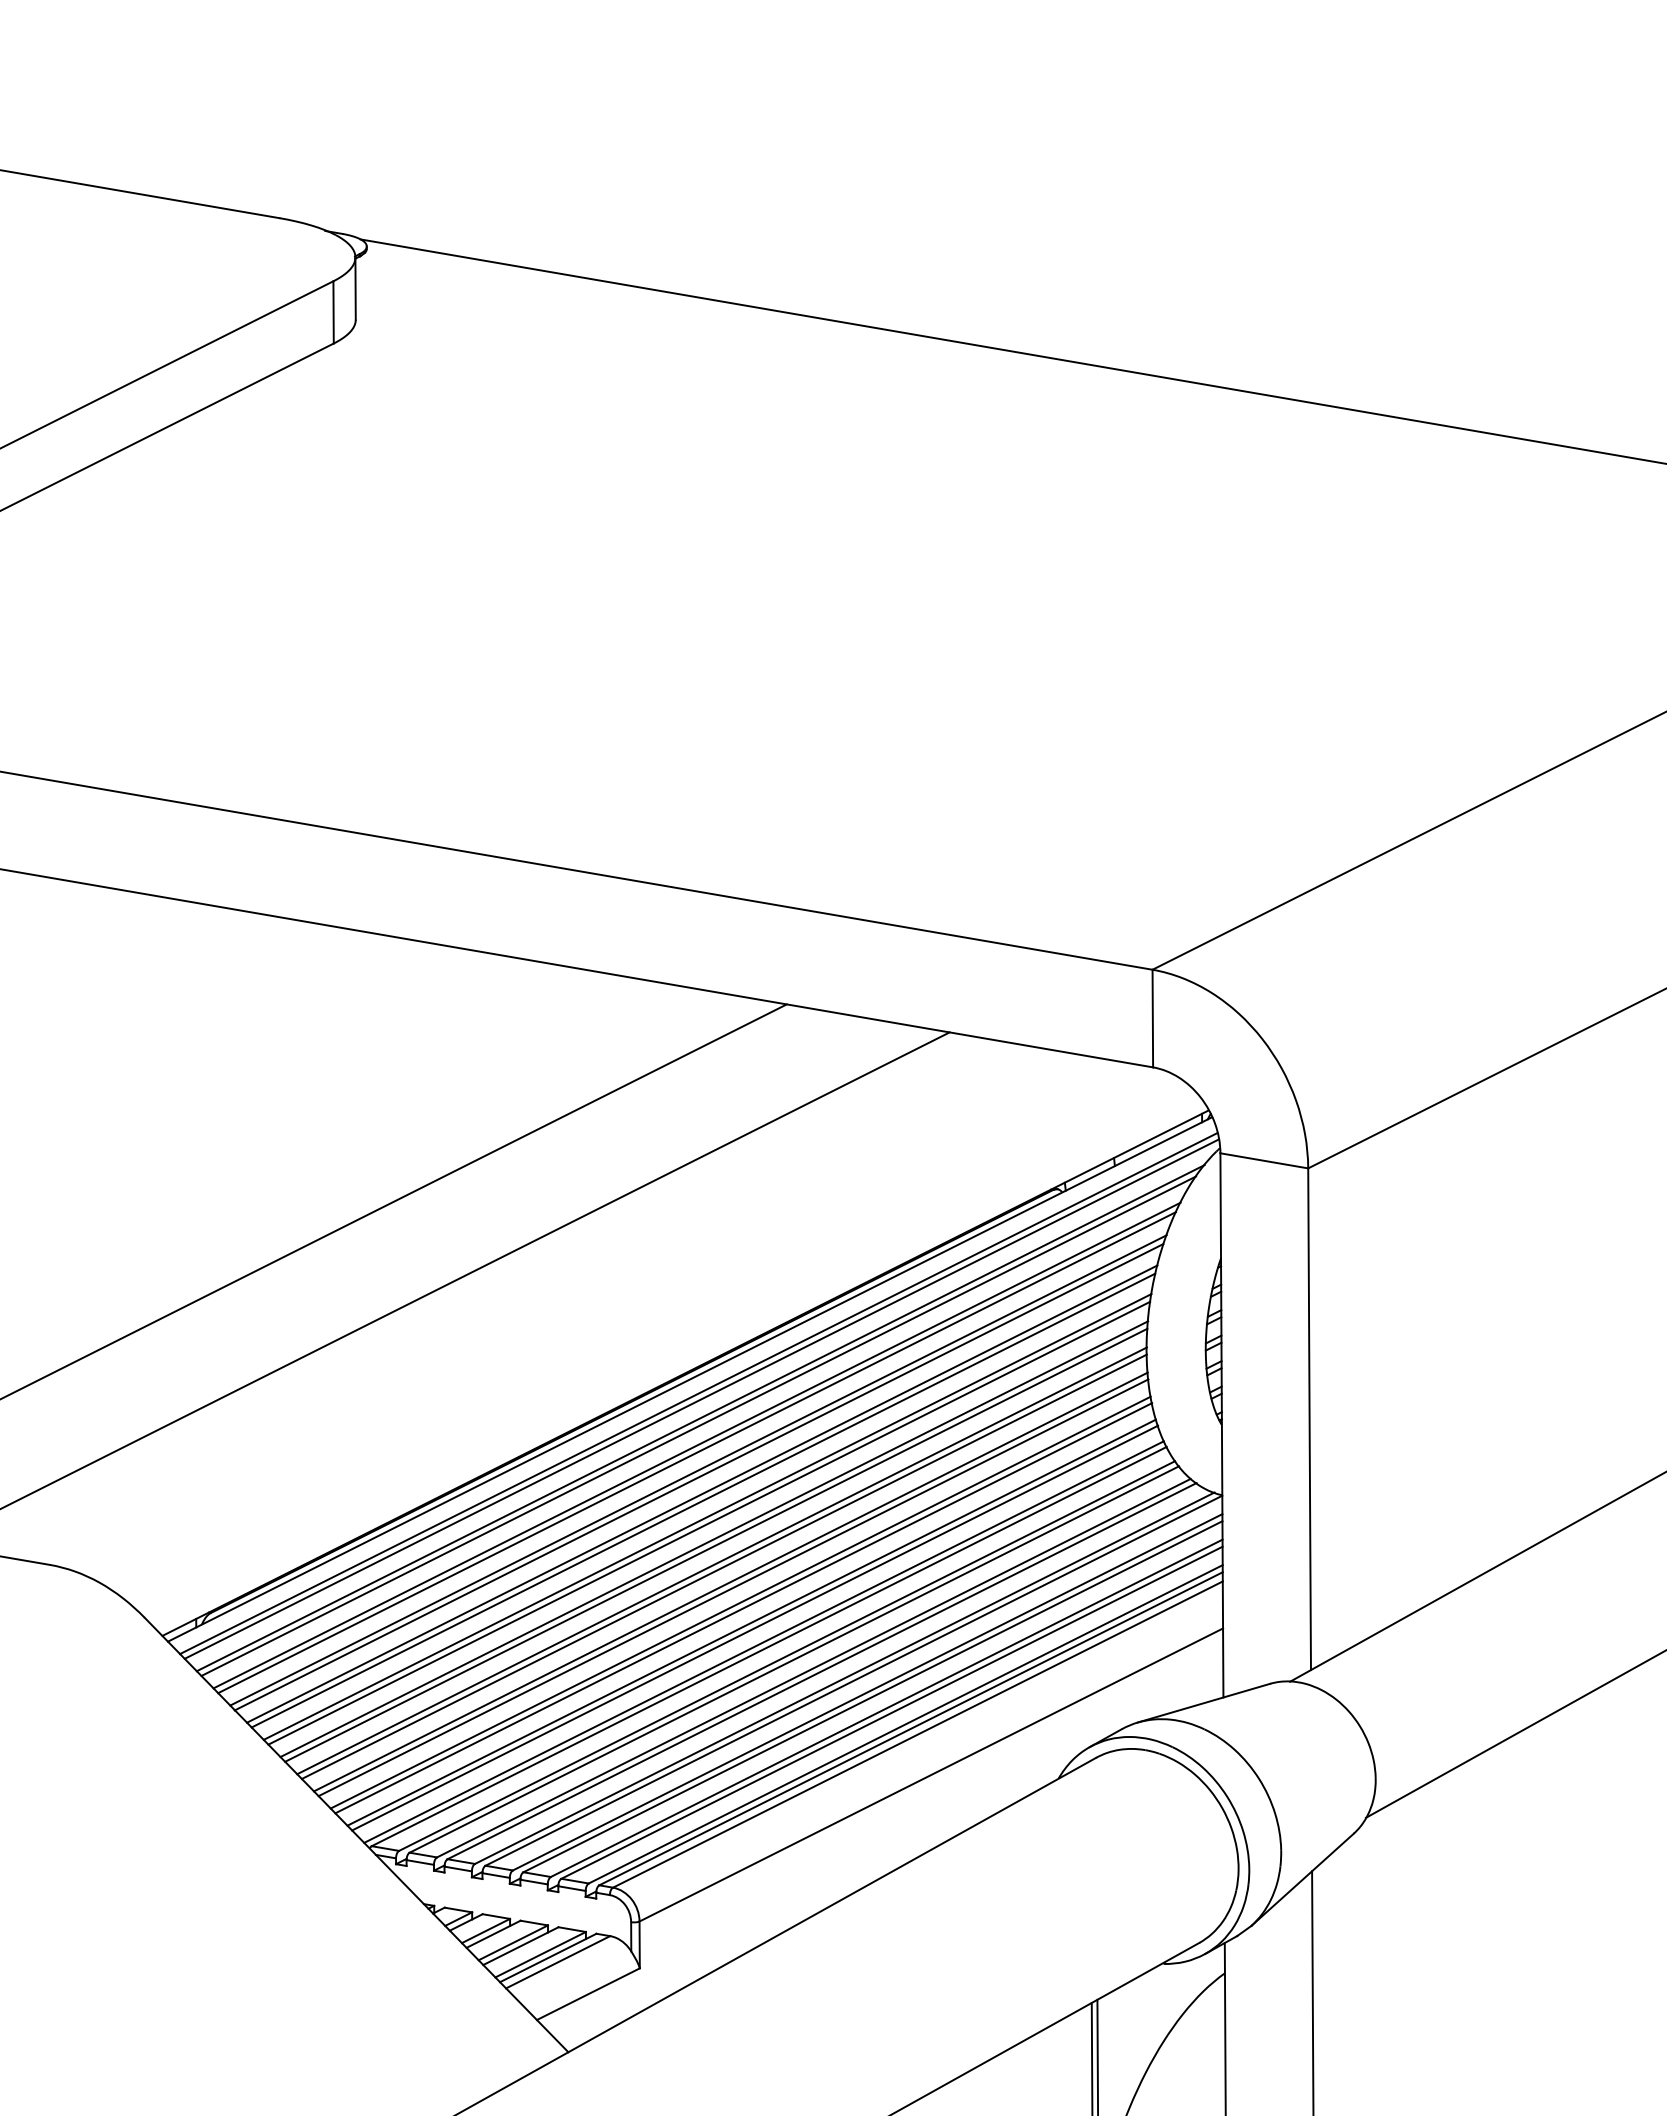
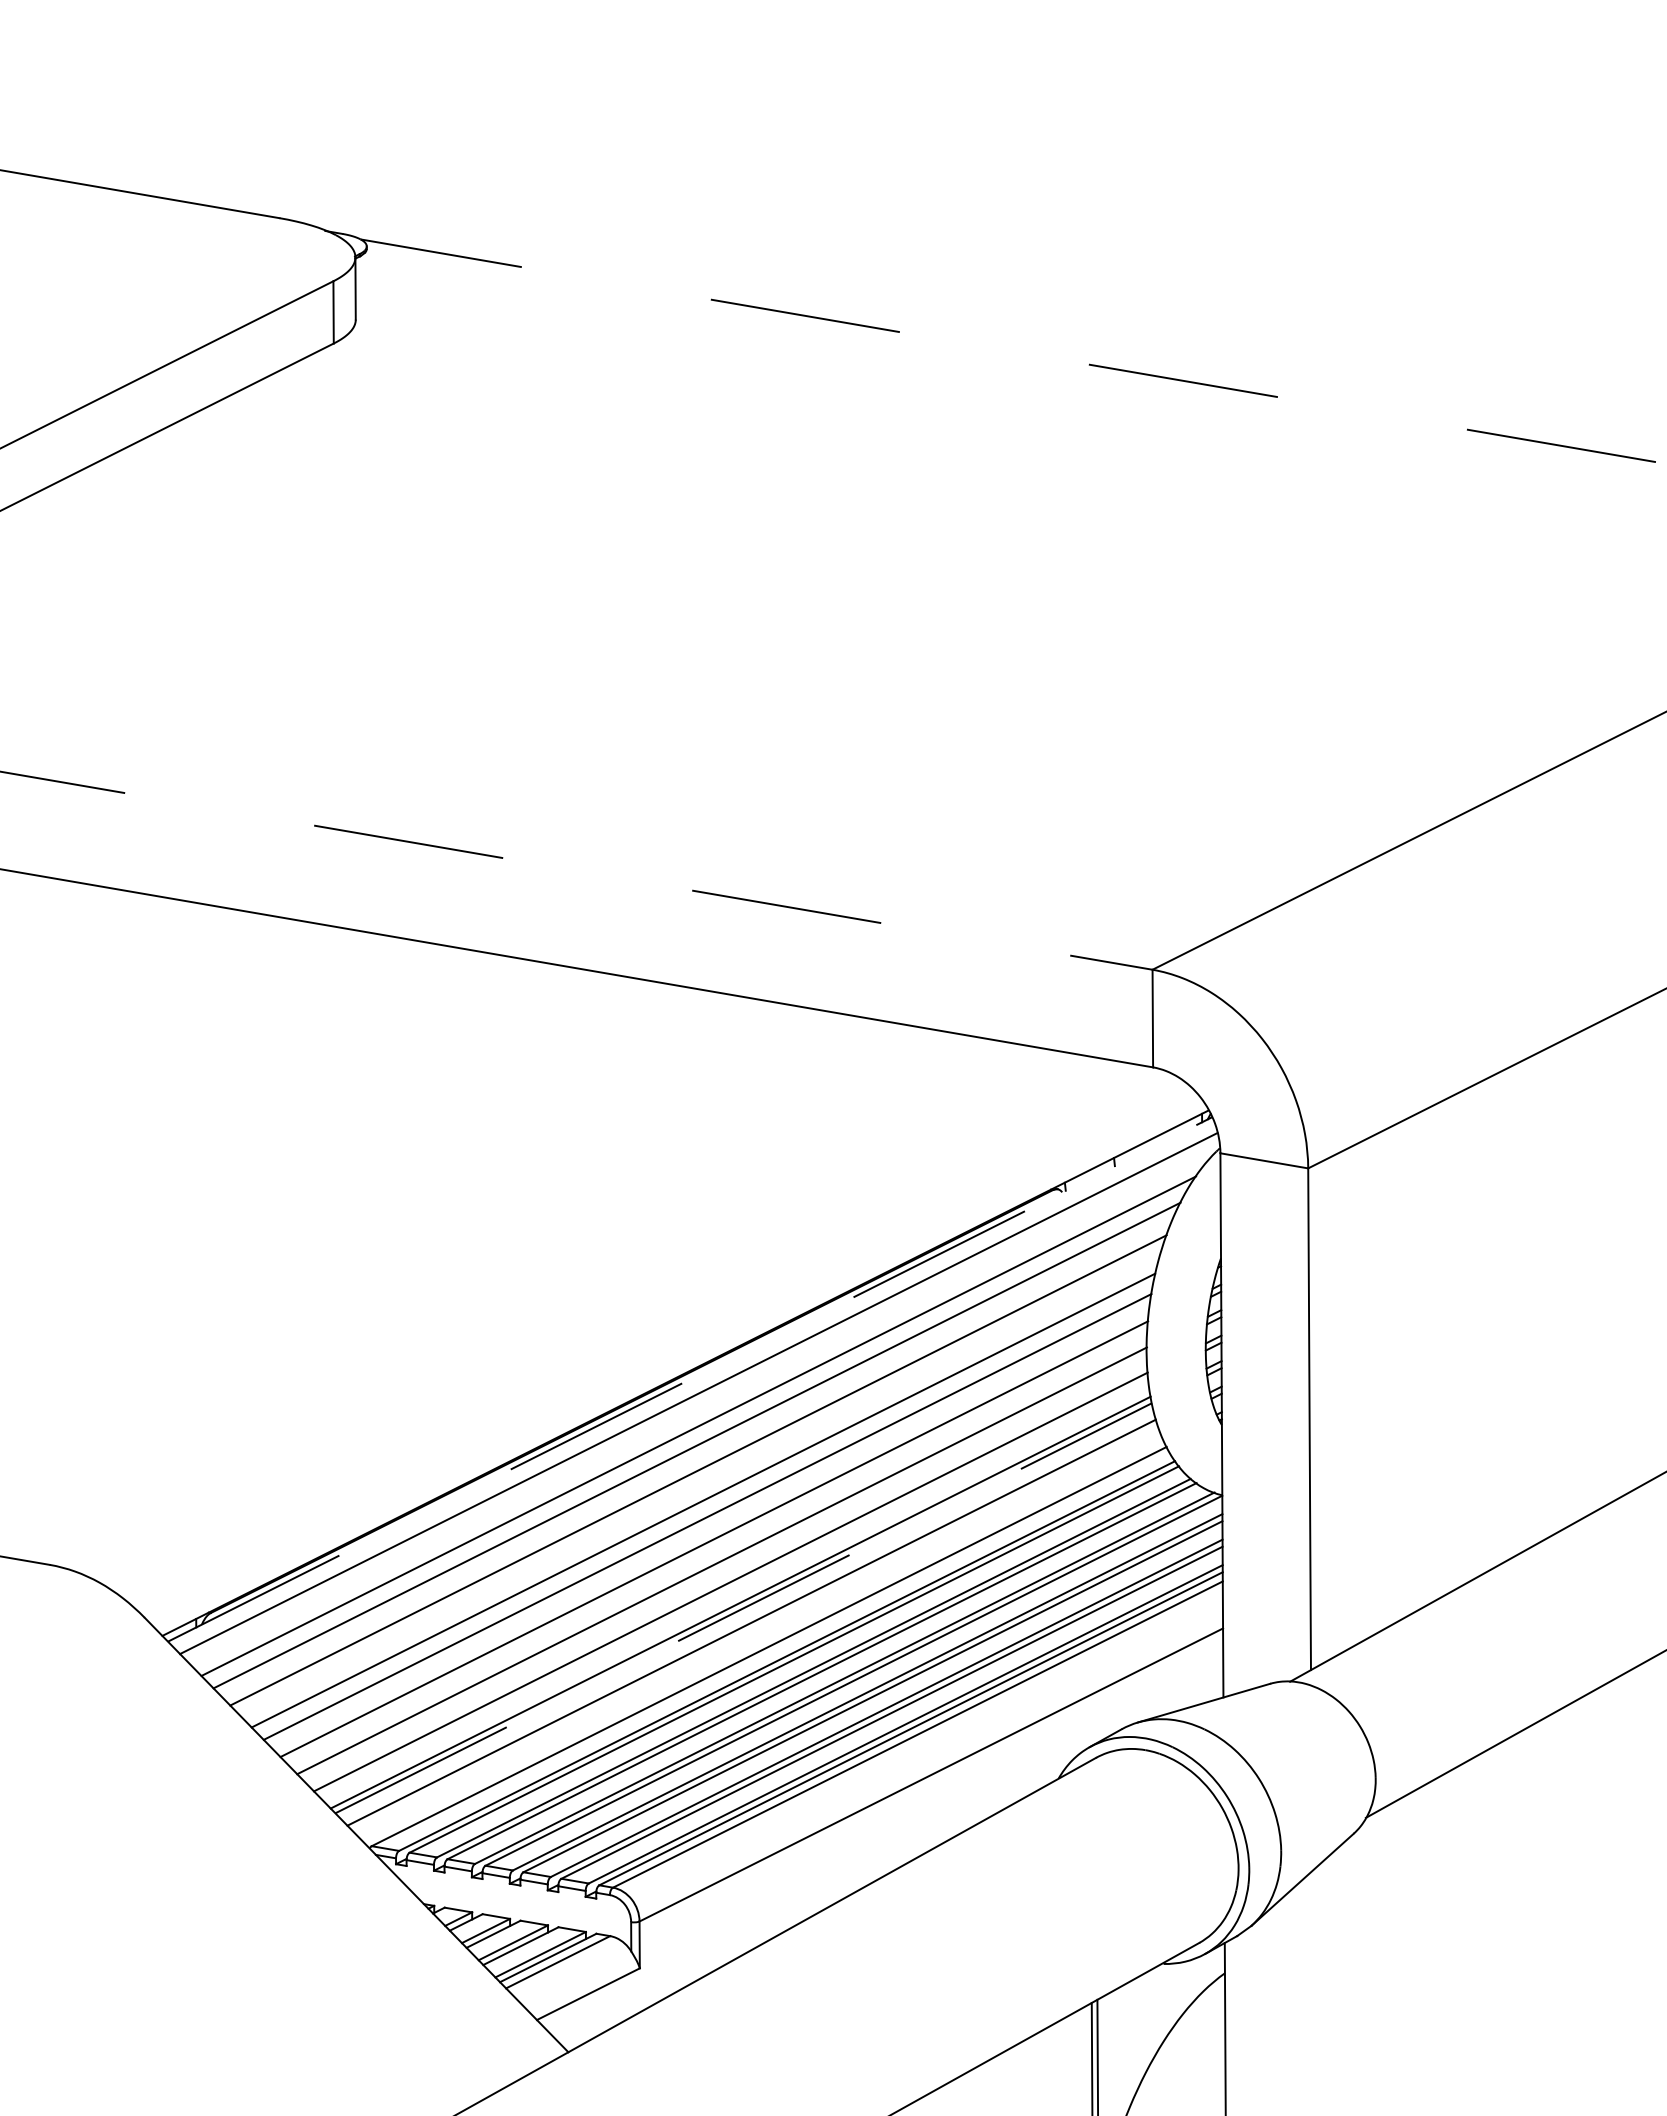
line at (1012, 351): solid -> dashed
line at (577, 870): solid -> dashed
line at (394, 1201): present -> none
line at (475, 1270): present -> none
line at (690, 1379): solid -> dashed
line at (701, 1398): present -> none
line at (700, 1418): present -> none
line at (696, 1452): present -> none
line at (698, 1477): present -> none
line at (702, 1493): present -> none
line at (709, 1522): present -> none
line at (716, 1544): present -> none
line at (723, 1566): present -> none
line at (733, 1587): present -> none
line at (743, 1608): solid -> dashed
line at (755, 1627): present -> none
line at (763, 1641): present -> none
line at (1312, 1991): present -> none
